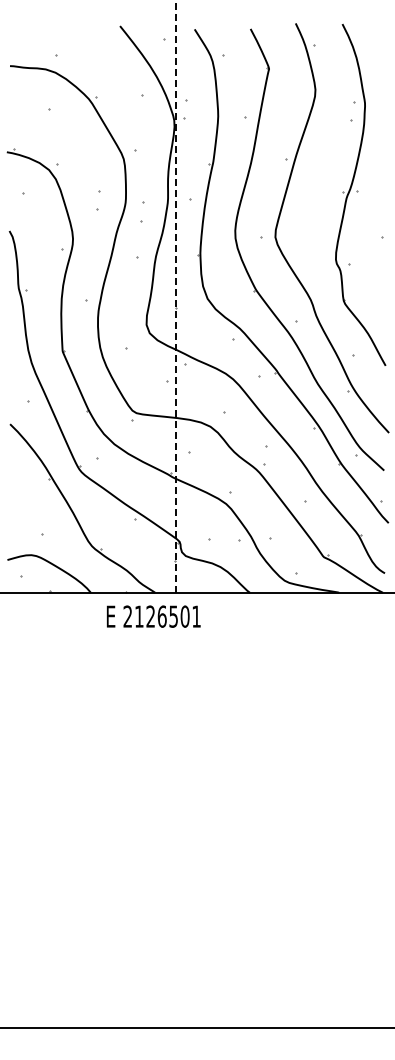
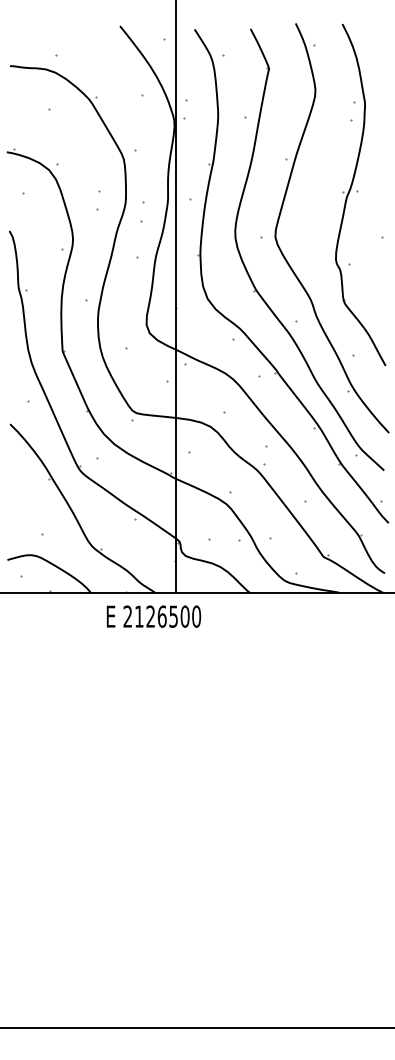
line at (175, 296): dashed -> solid
text at (196, 616): 2126501 -> 2126500
